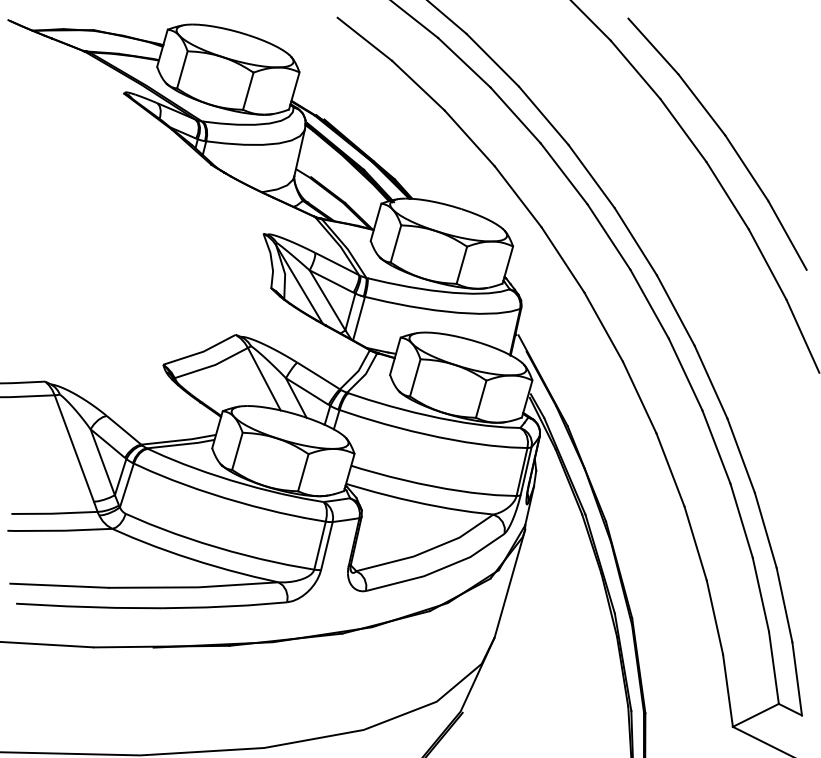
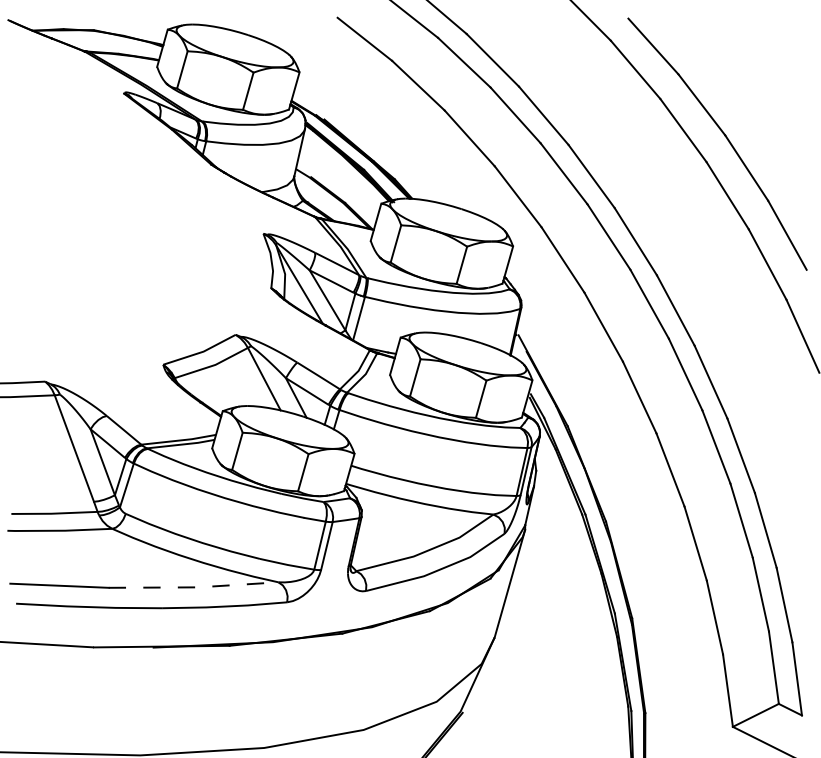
line at (194, 587): solid -> dashed
